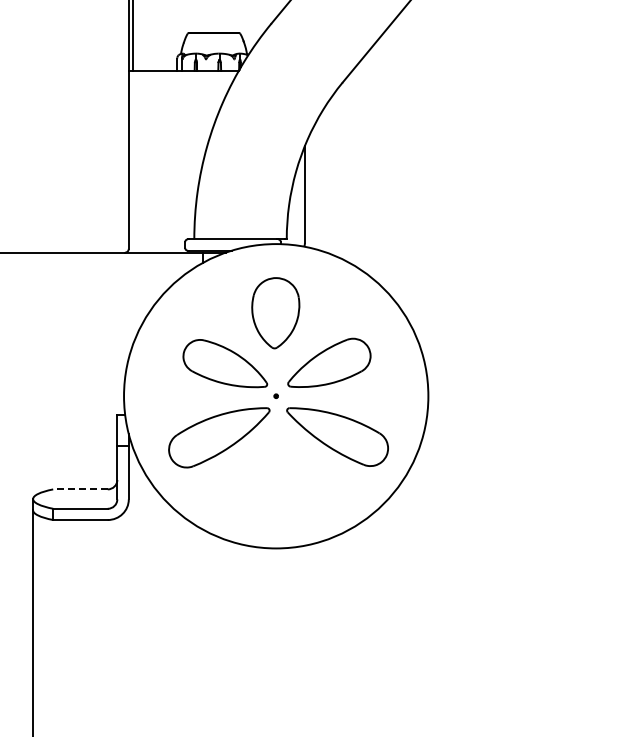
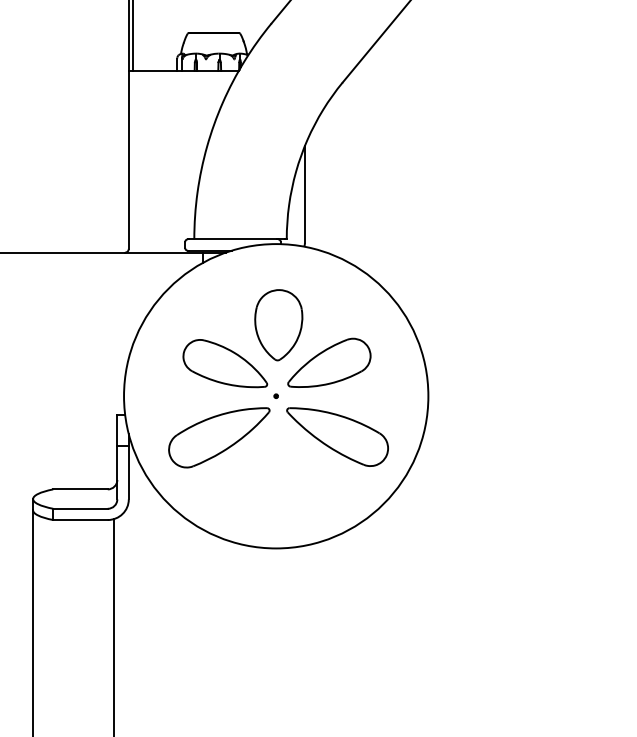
part at (275, 313) position: (275, 313) -> (278, 325)
line at (79, 489): dashed -> solid
line at (113, 626): none -> present
